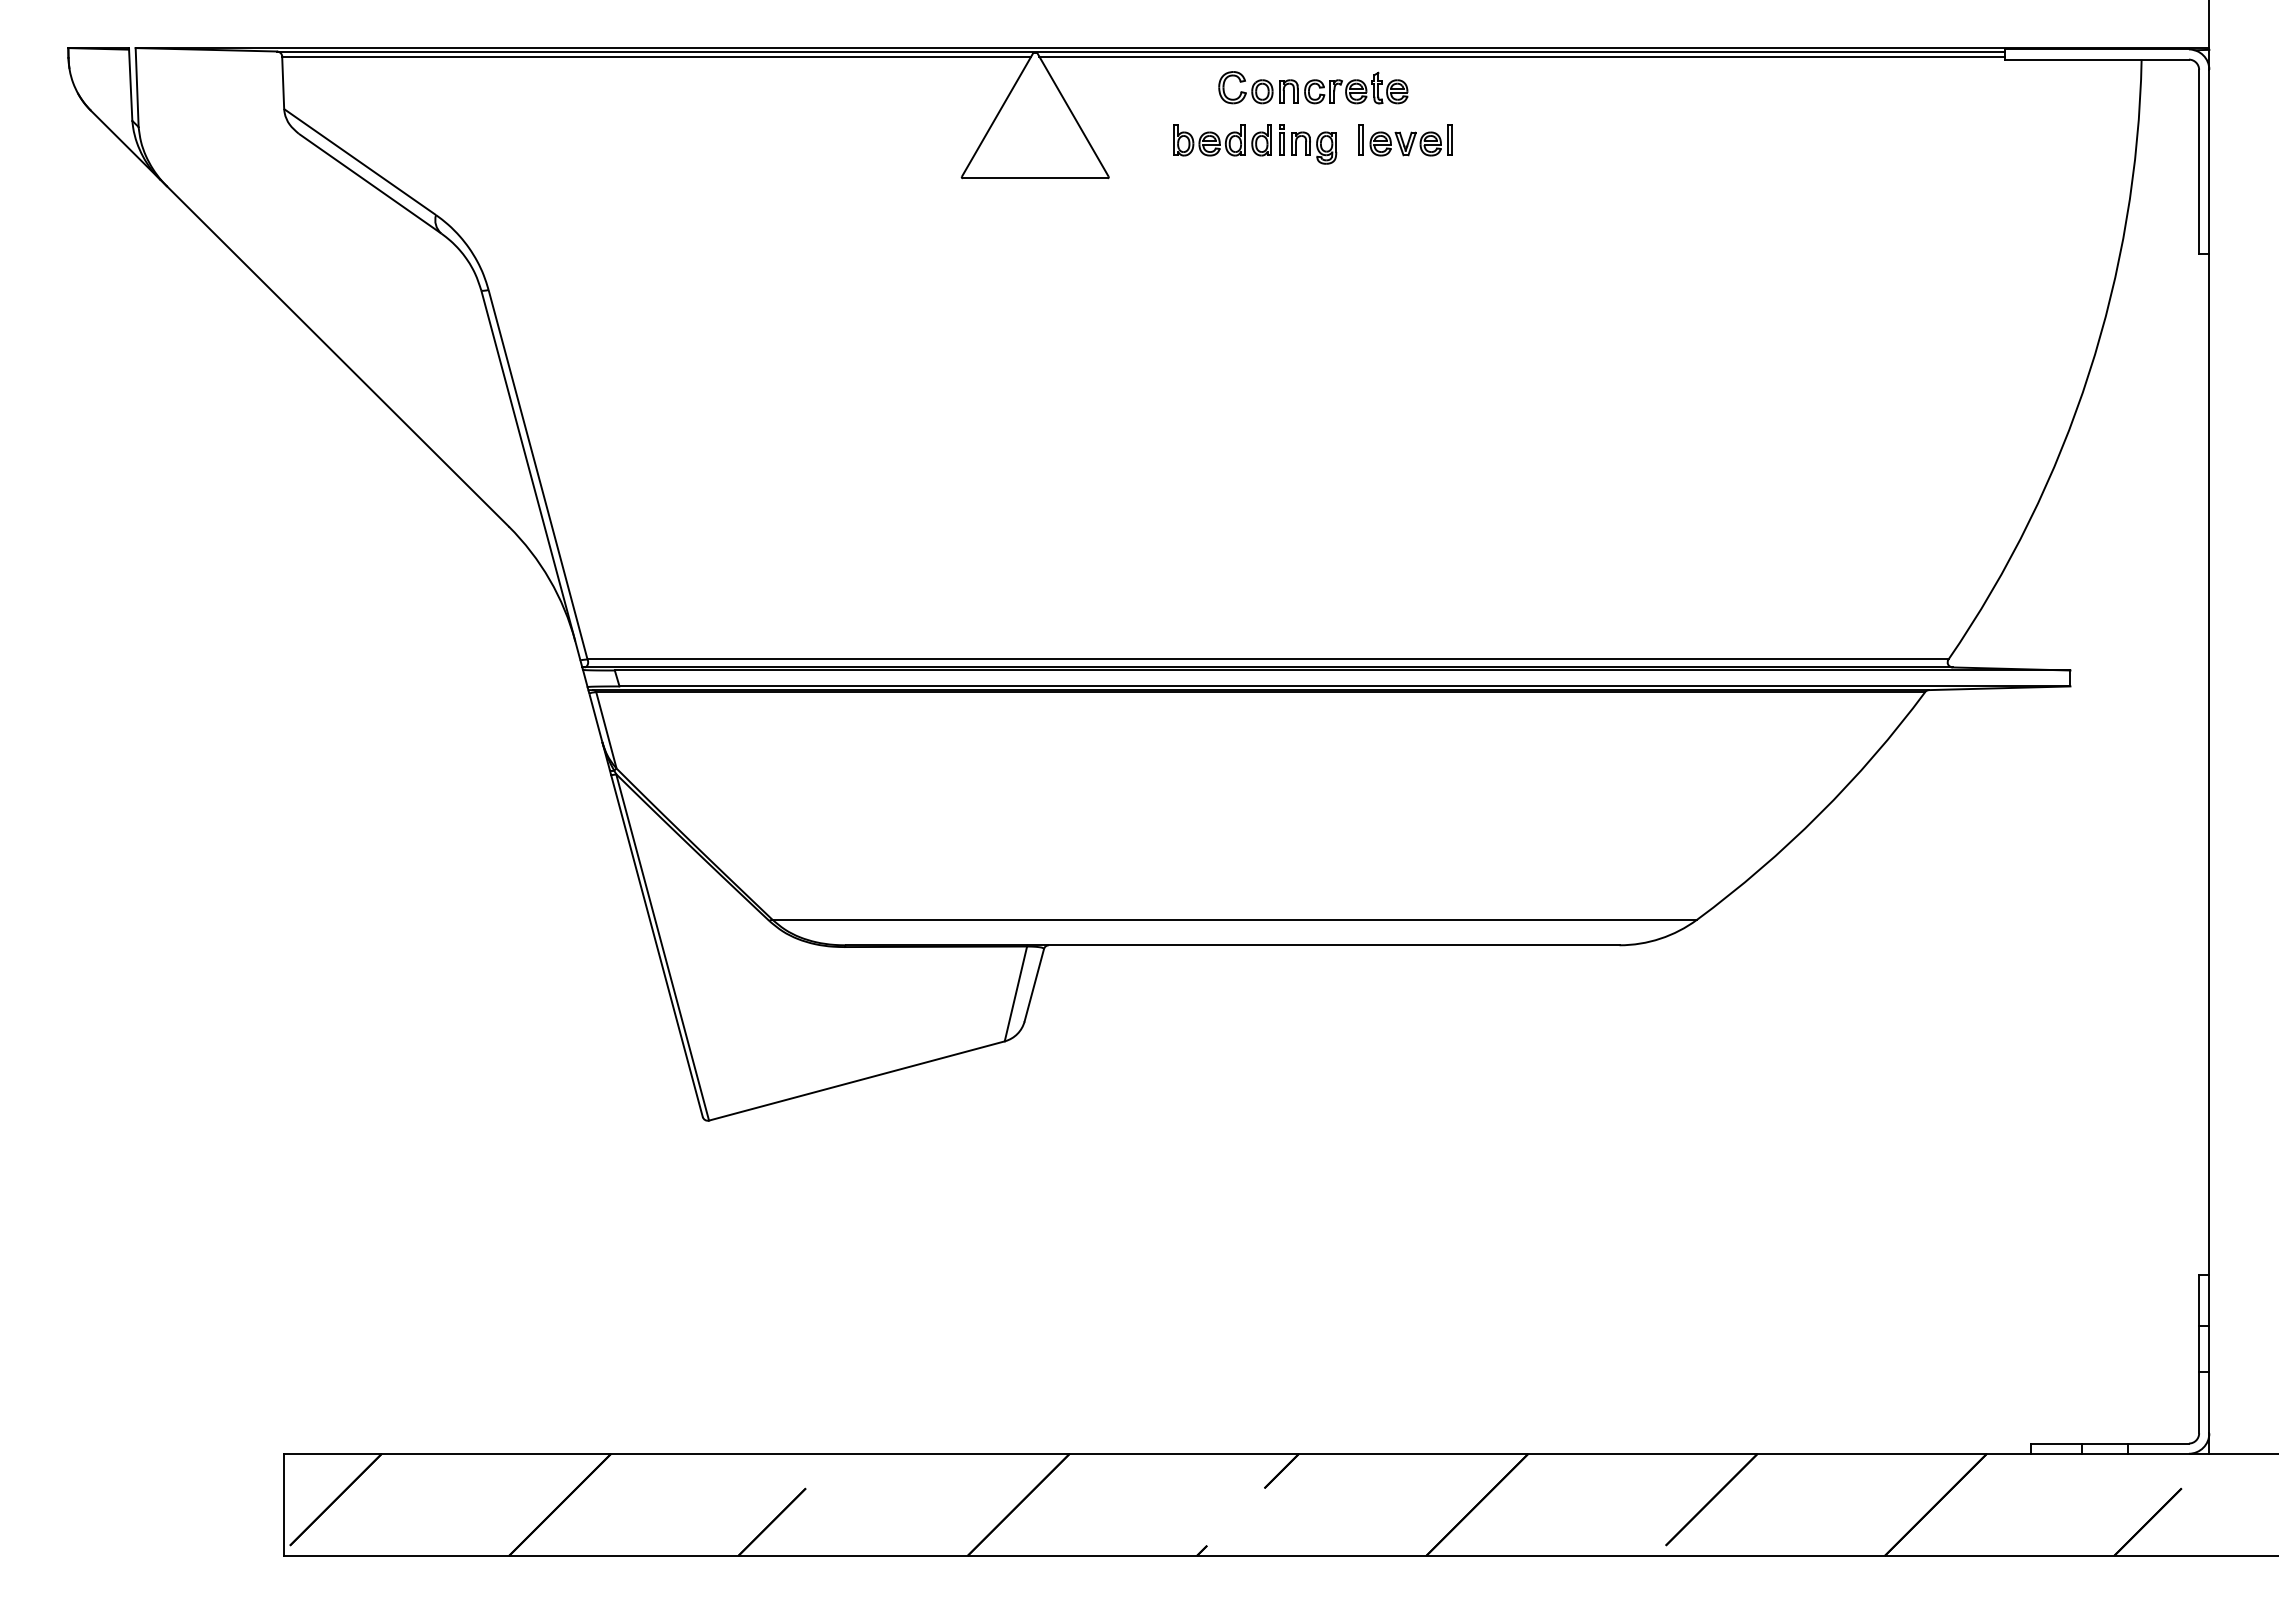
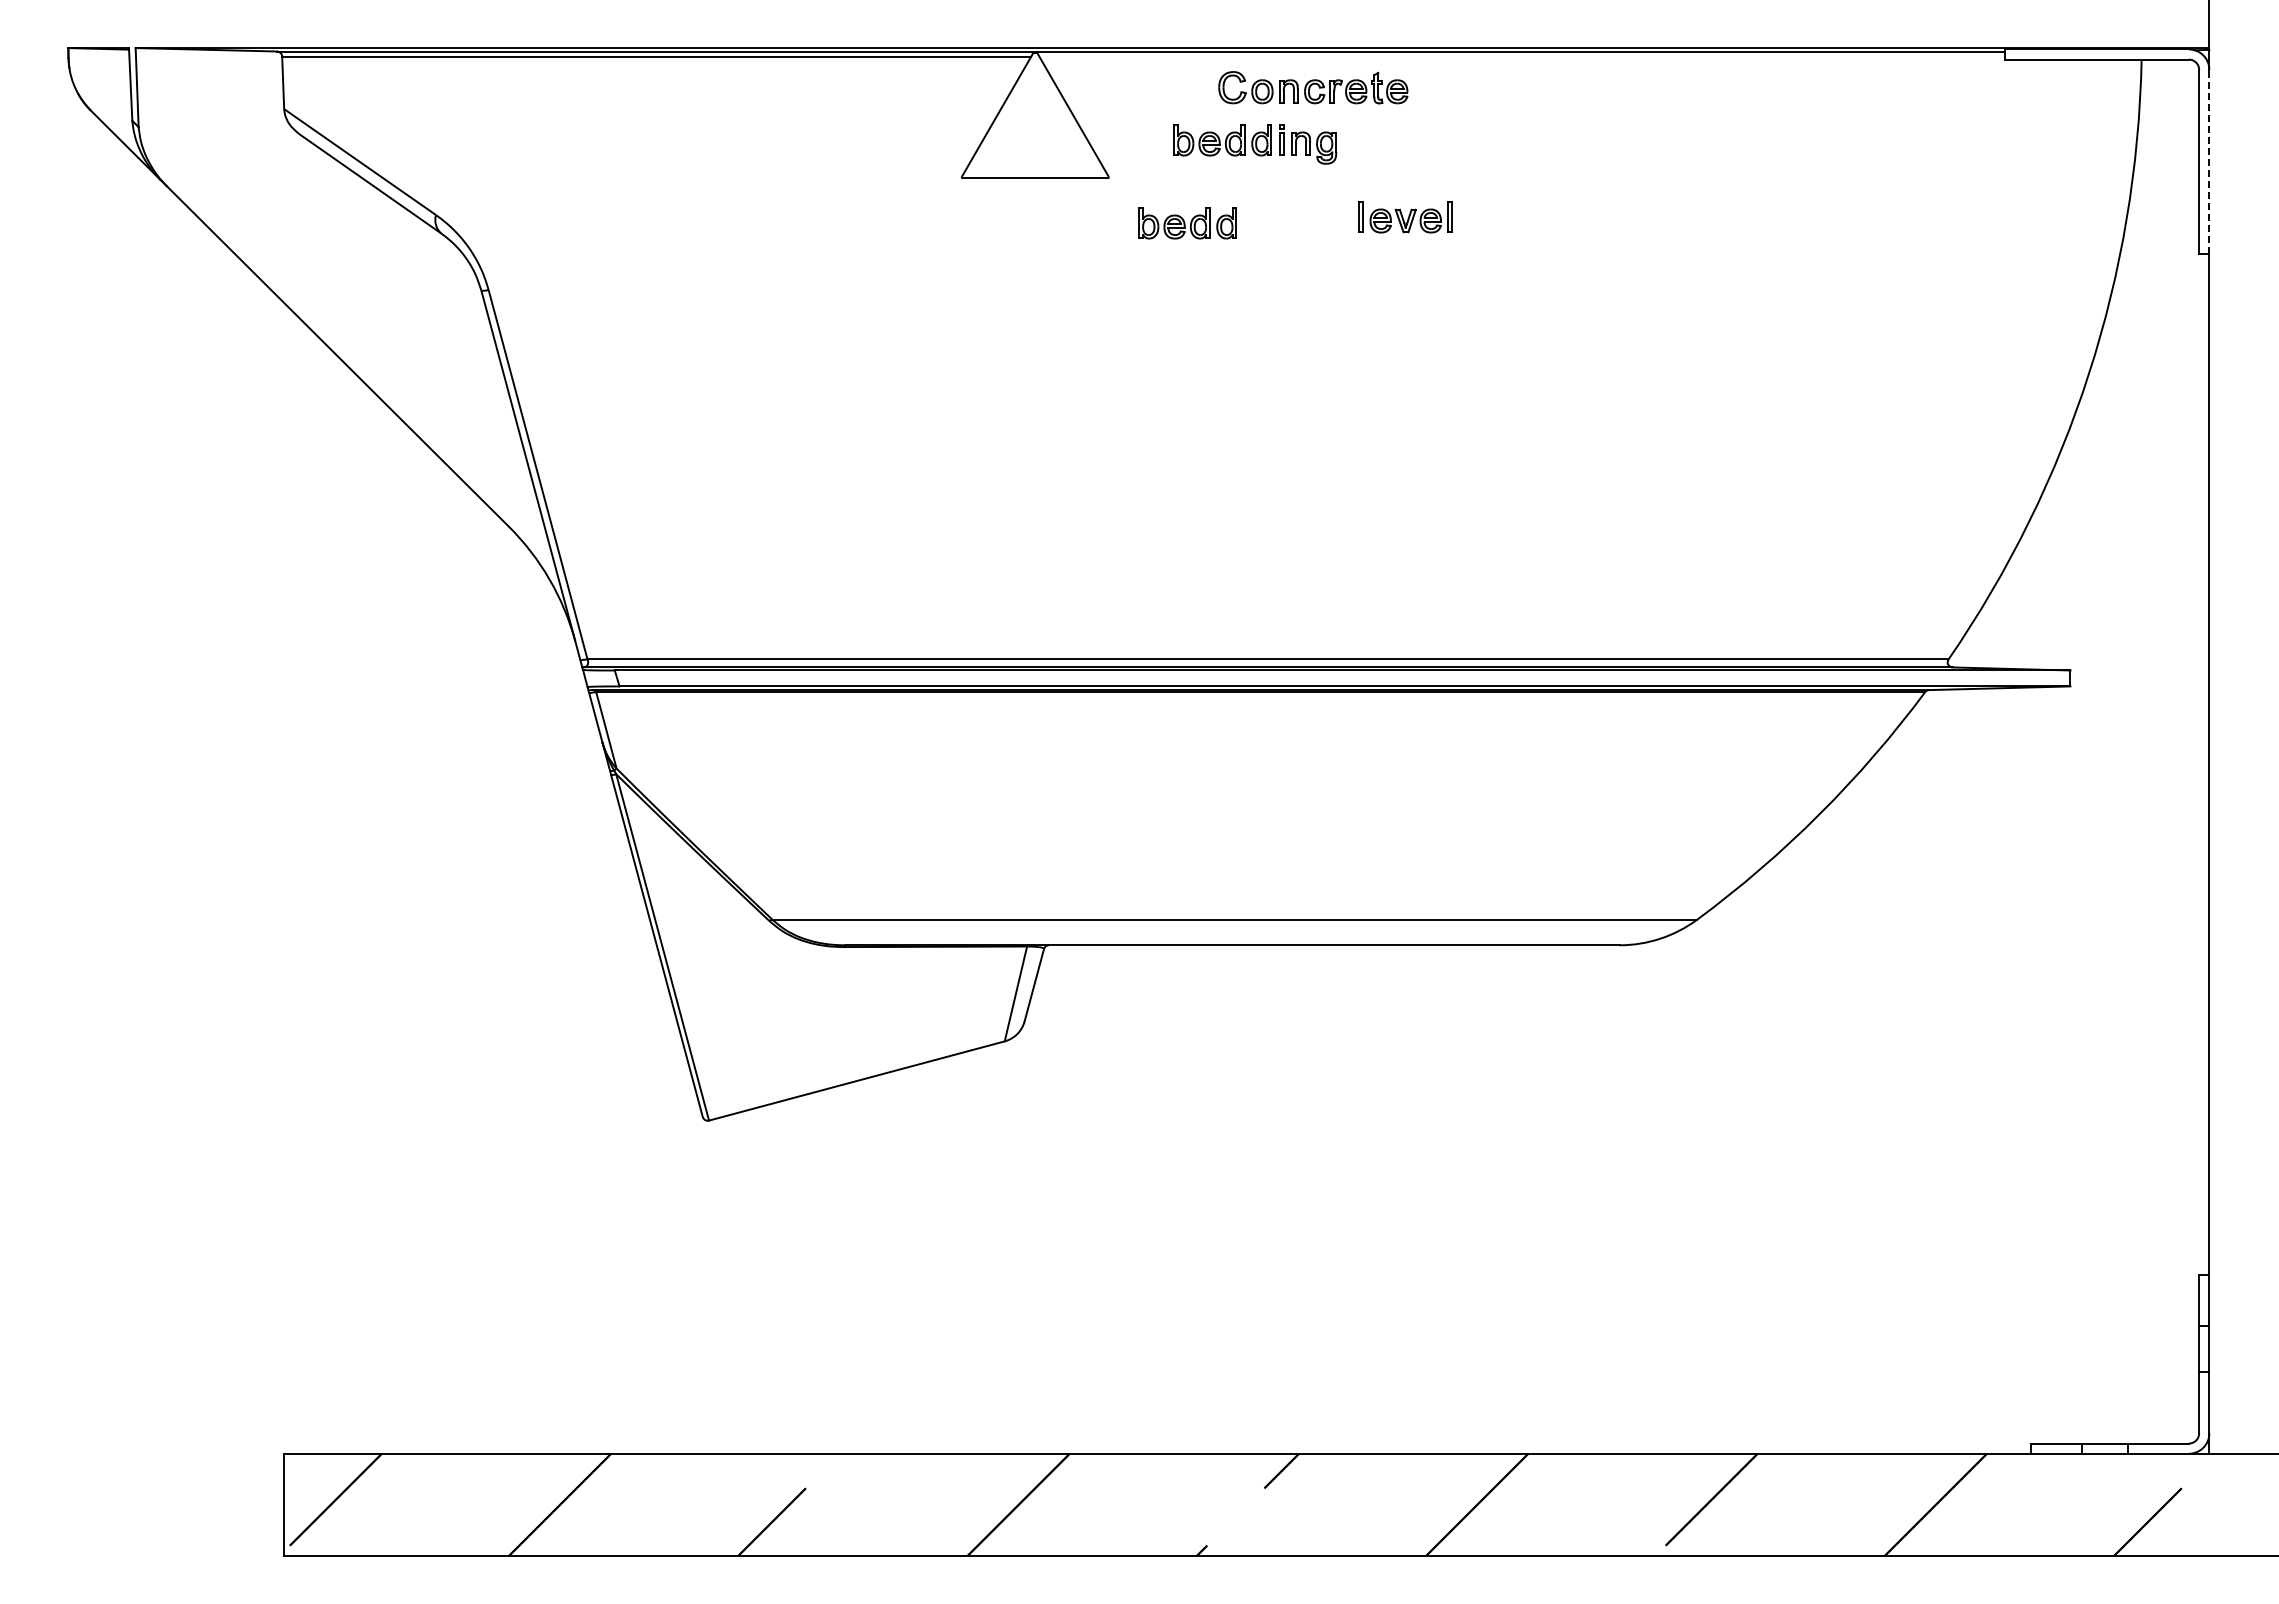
line at (1522, 56): present -> none
part at (1405, 140) position: (1405, 140) -> (1405, 217)
line at (2209, 161): solid -> dashed
part at (1187, 223): none -> present
